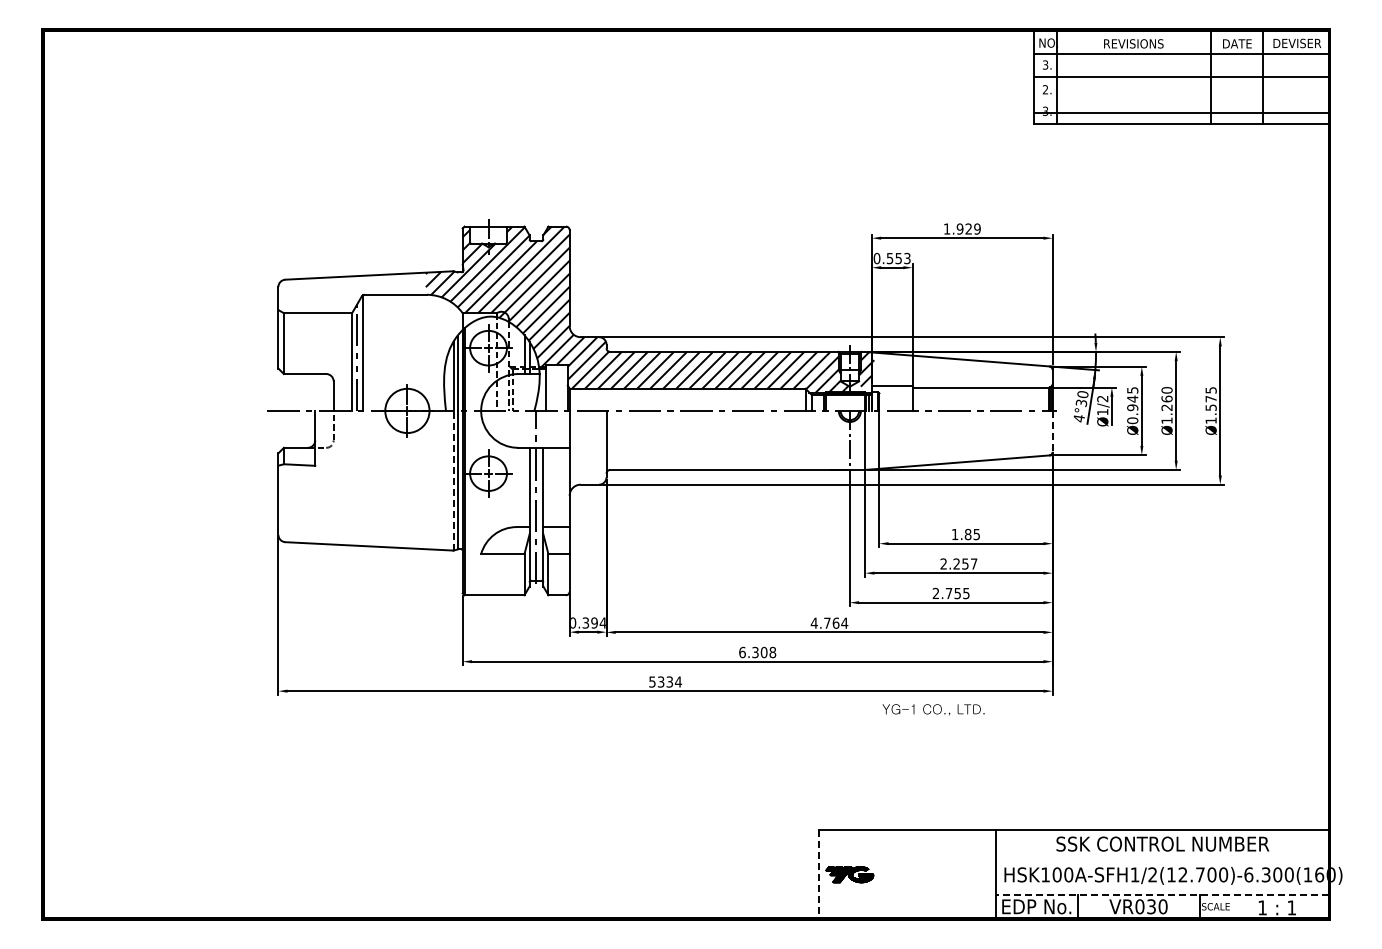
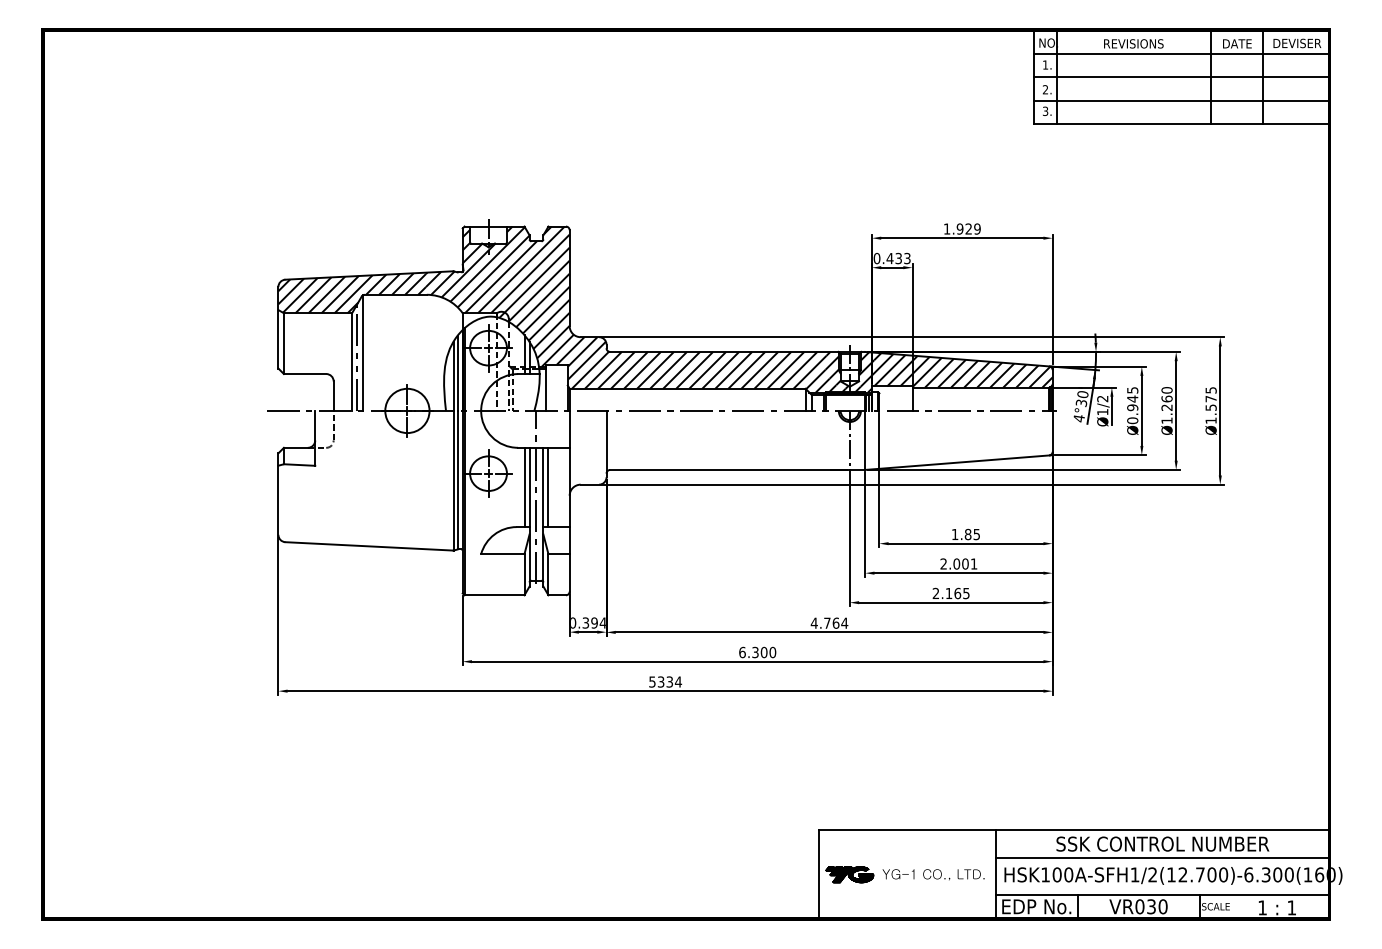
text at (1045, 64): 3. -> 1.
line at (1181, 112) position: (1181, 112) -> (1181, 100)
text at (893, 258): 0.553 -> 0.433
hatch at (351, 293): none -> present
hatch at (953, 372): none -> present
line at (1052, 431): dashed -> solid
line at (453, 480): dashed -> solid
line at (524, 487): none -> present
line at (548, 487): none -> present
text at (965, 563): 2.257 -> 2.001
text at (953, 593): 2.755 -> 2.165
text at (772, 652): 6.308 -> 6.300
text at (933, 709) position: (933, 709) -> (933, 874)
line at (1162, 857): none -> present
line at (819, 875): dashed -> solid
line at (1162, 894): dashed -> solid
